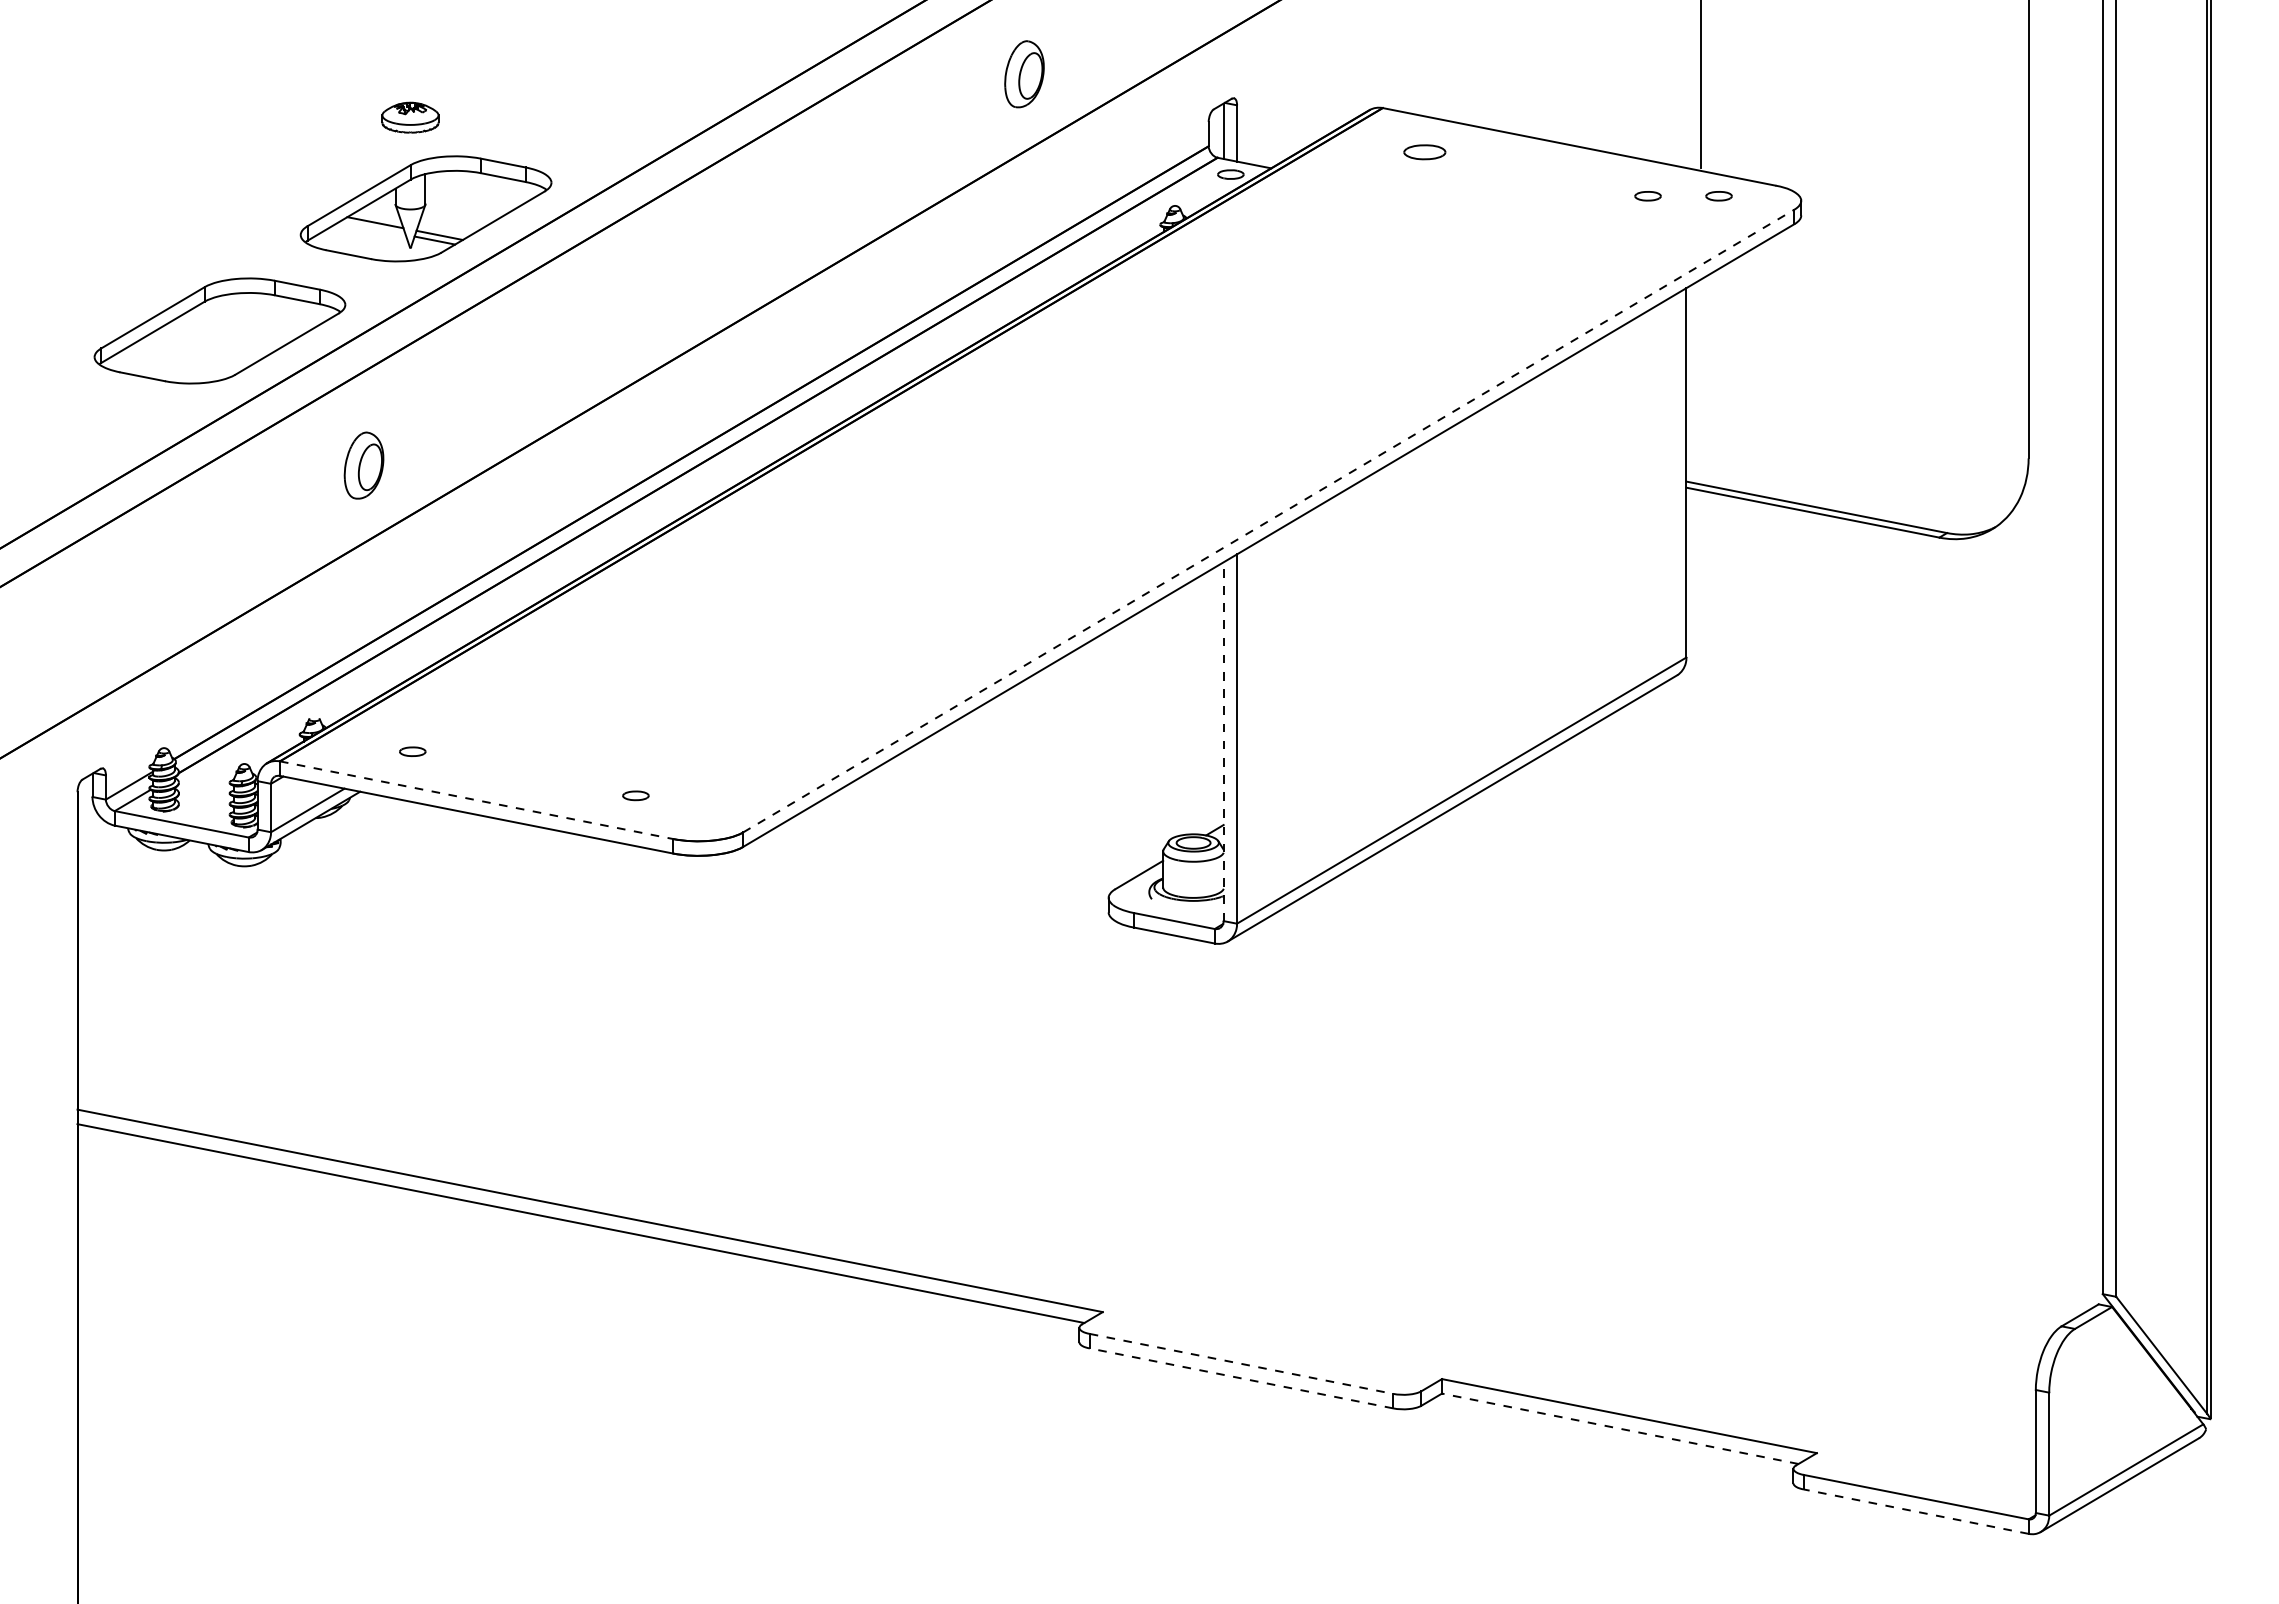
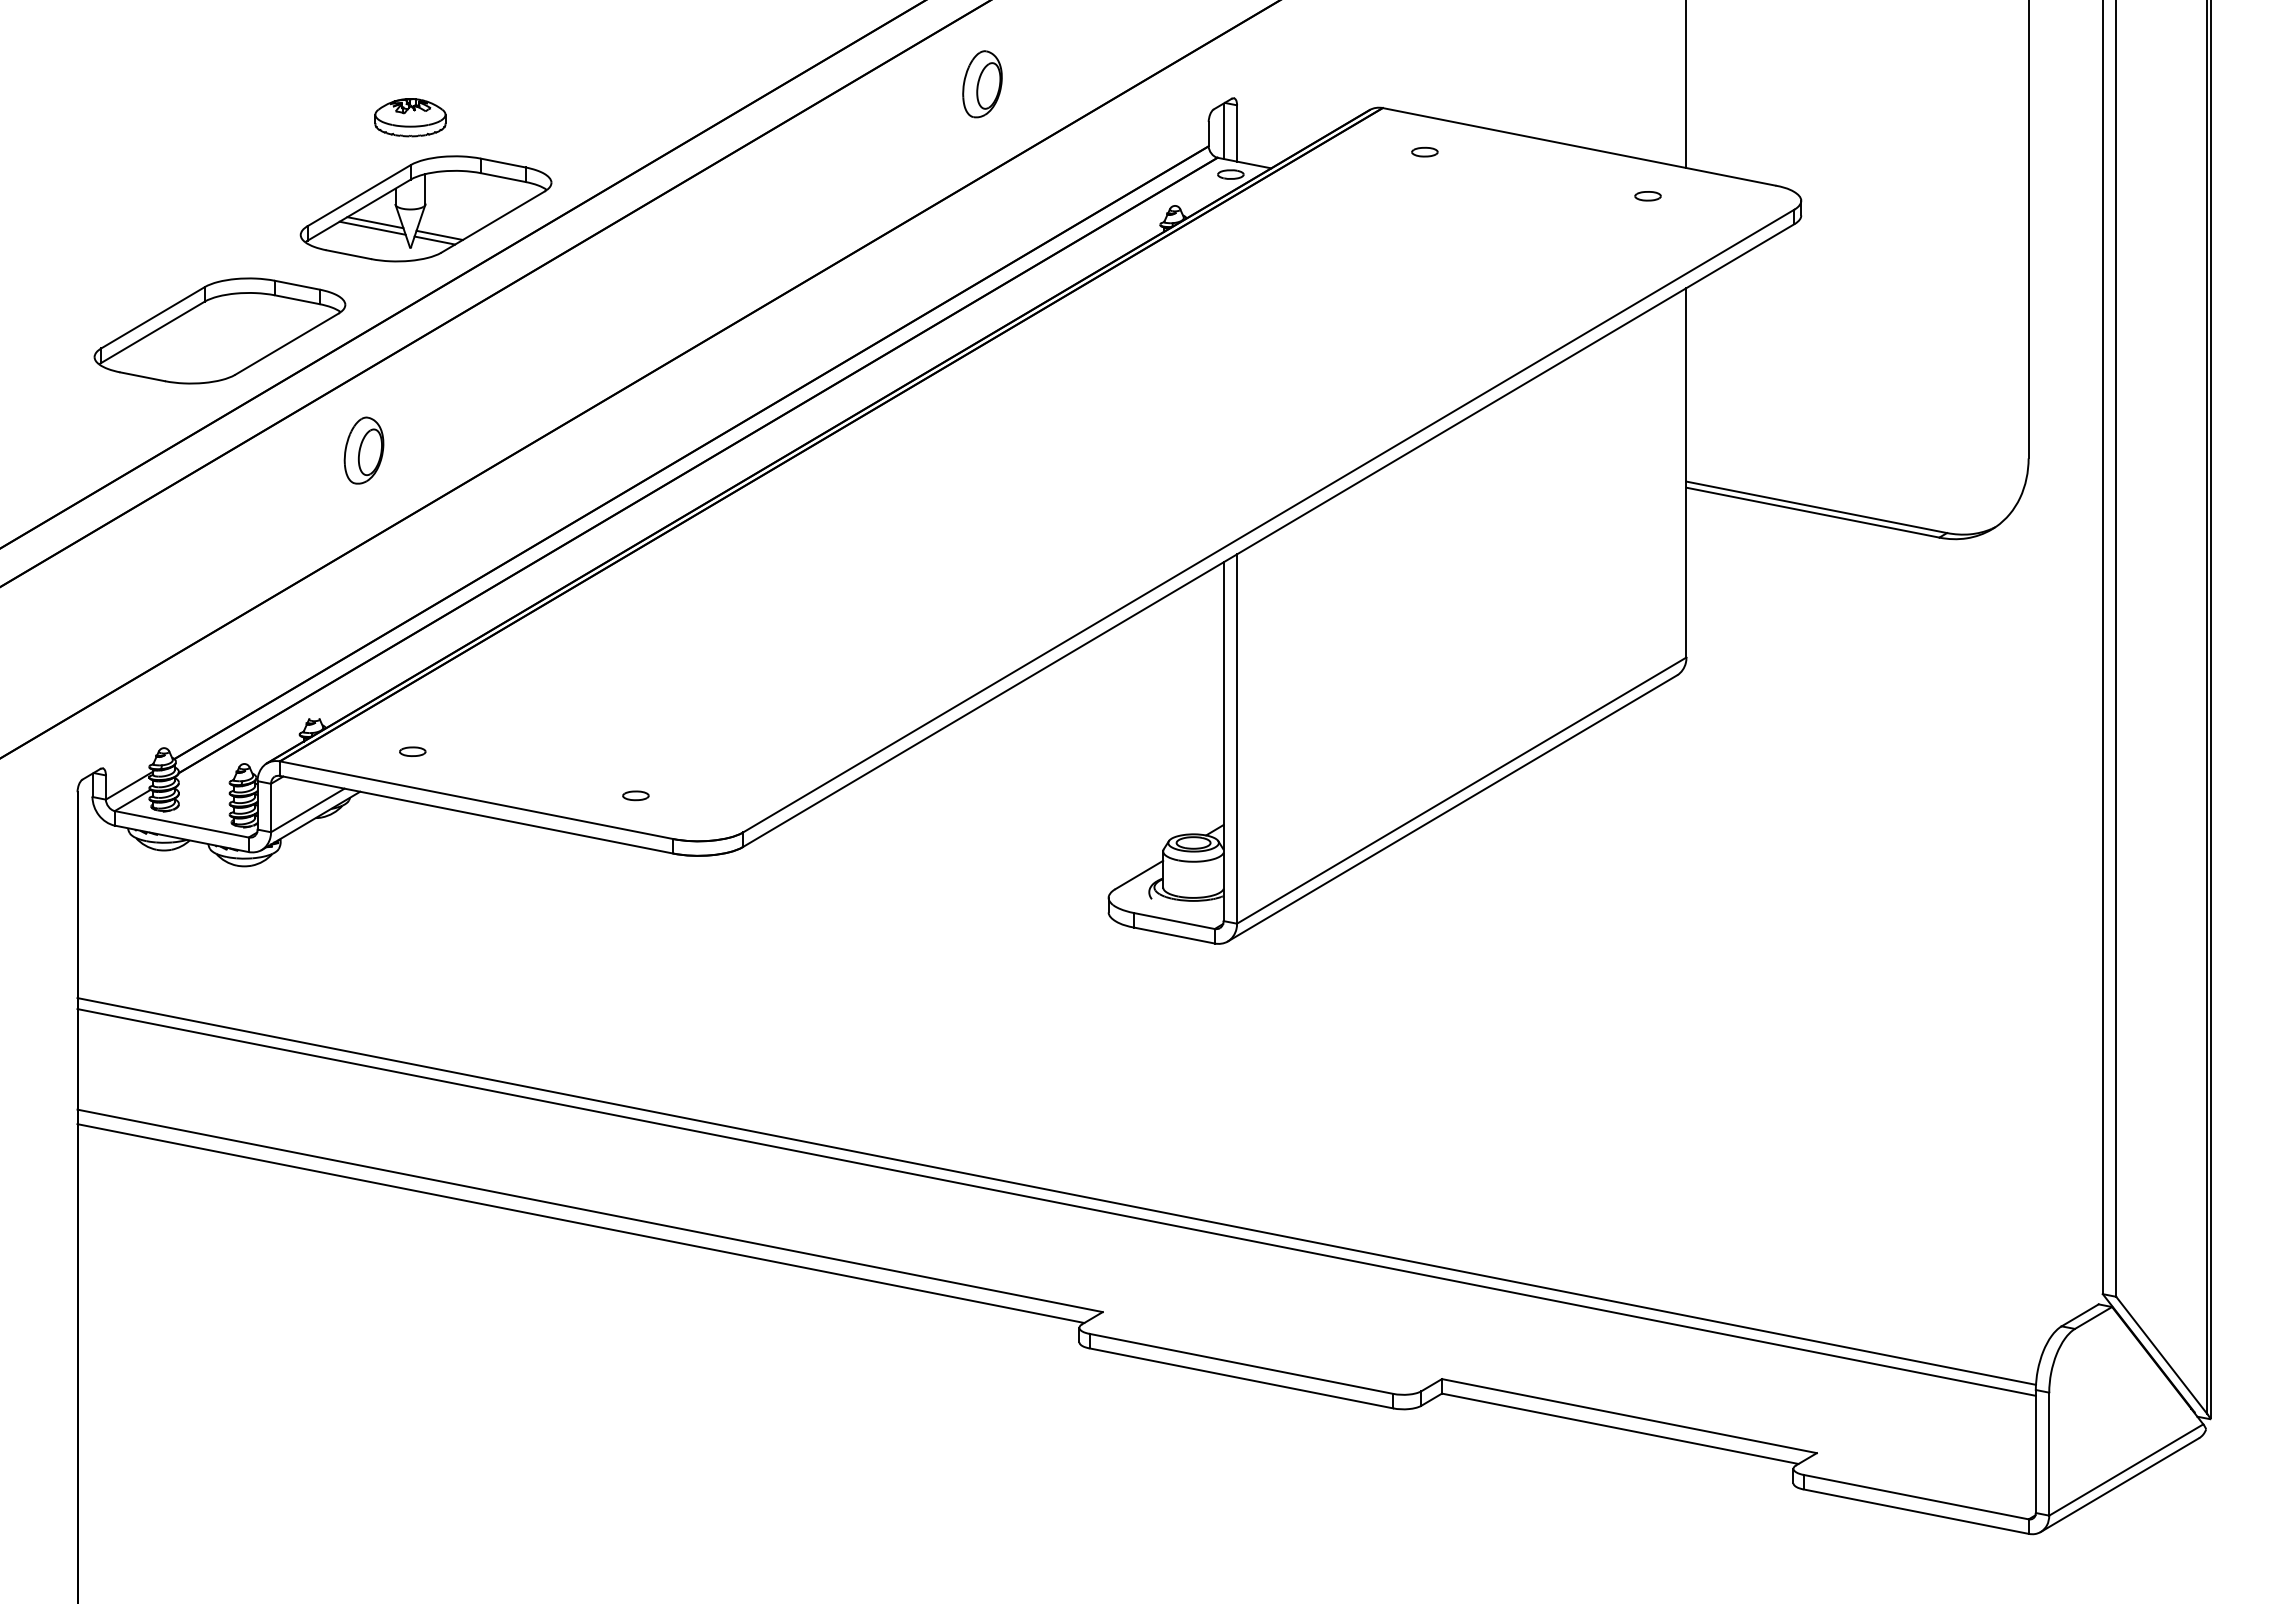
part at (1024, 74) position: (1024, 74) -> (982, 84)
line at (1701, 85) position: (1701, 85) -> (1686, 85)
part at (410, 117) size: 59x33 px -> 73x40 px
part at (1424, 152) size: 44x17 px -> 28x12 px
part at (1718, 196): present -> none
line at (372, 227): none -> present
part at (363, 465) position: (363, 465) -> (363, 450)
line at (1268, 521): dashed -> solid
line at (1223, 741): dashed -> solid
line at (476, 800): dashed -> solid
line at (1056, 1191): none -> present
line at (1056, 1202): none -> present
line at (1241, 1363): dashed -> solid
line at (1241, 1378): dashed -> solid
line at (1620, 1428): dashed -> solid
line at (1916, 1511): dashed -> solid
